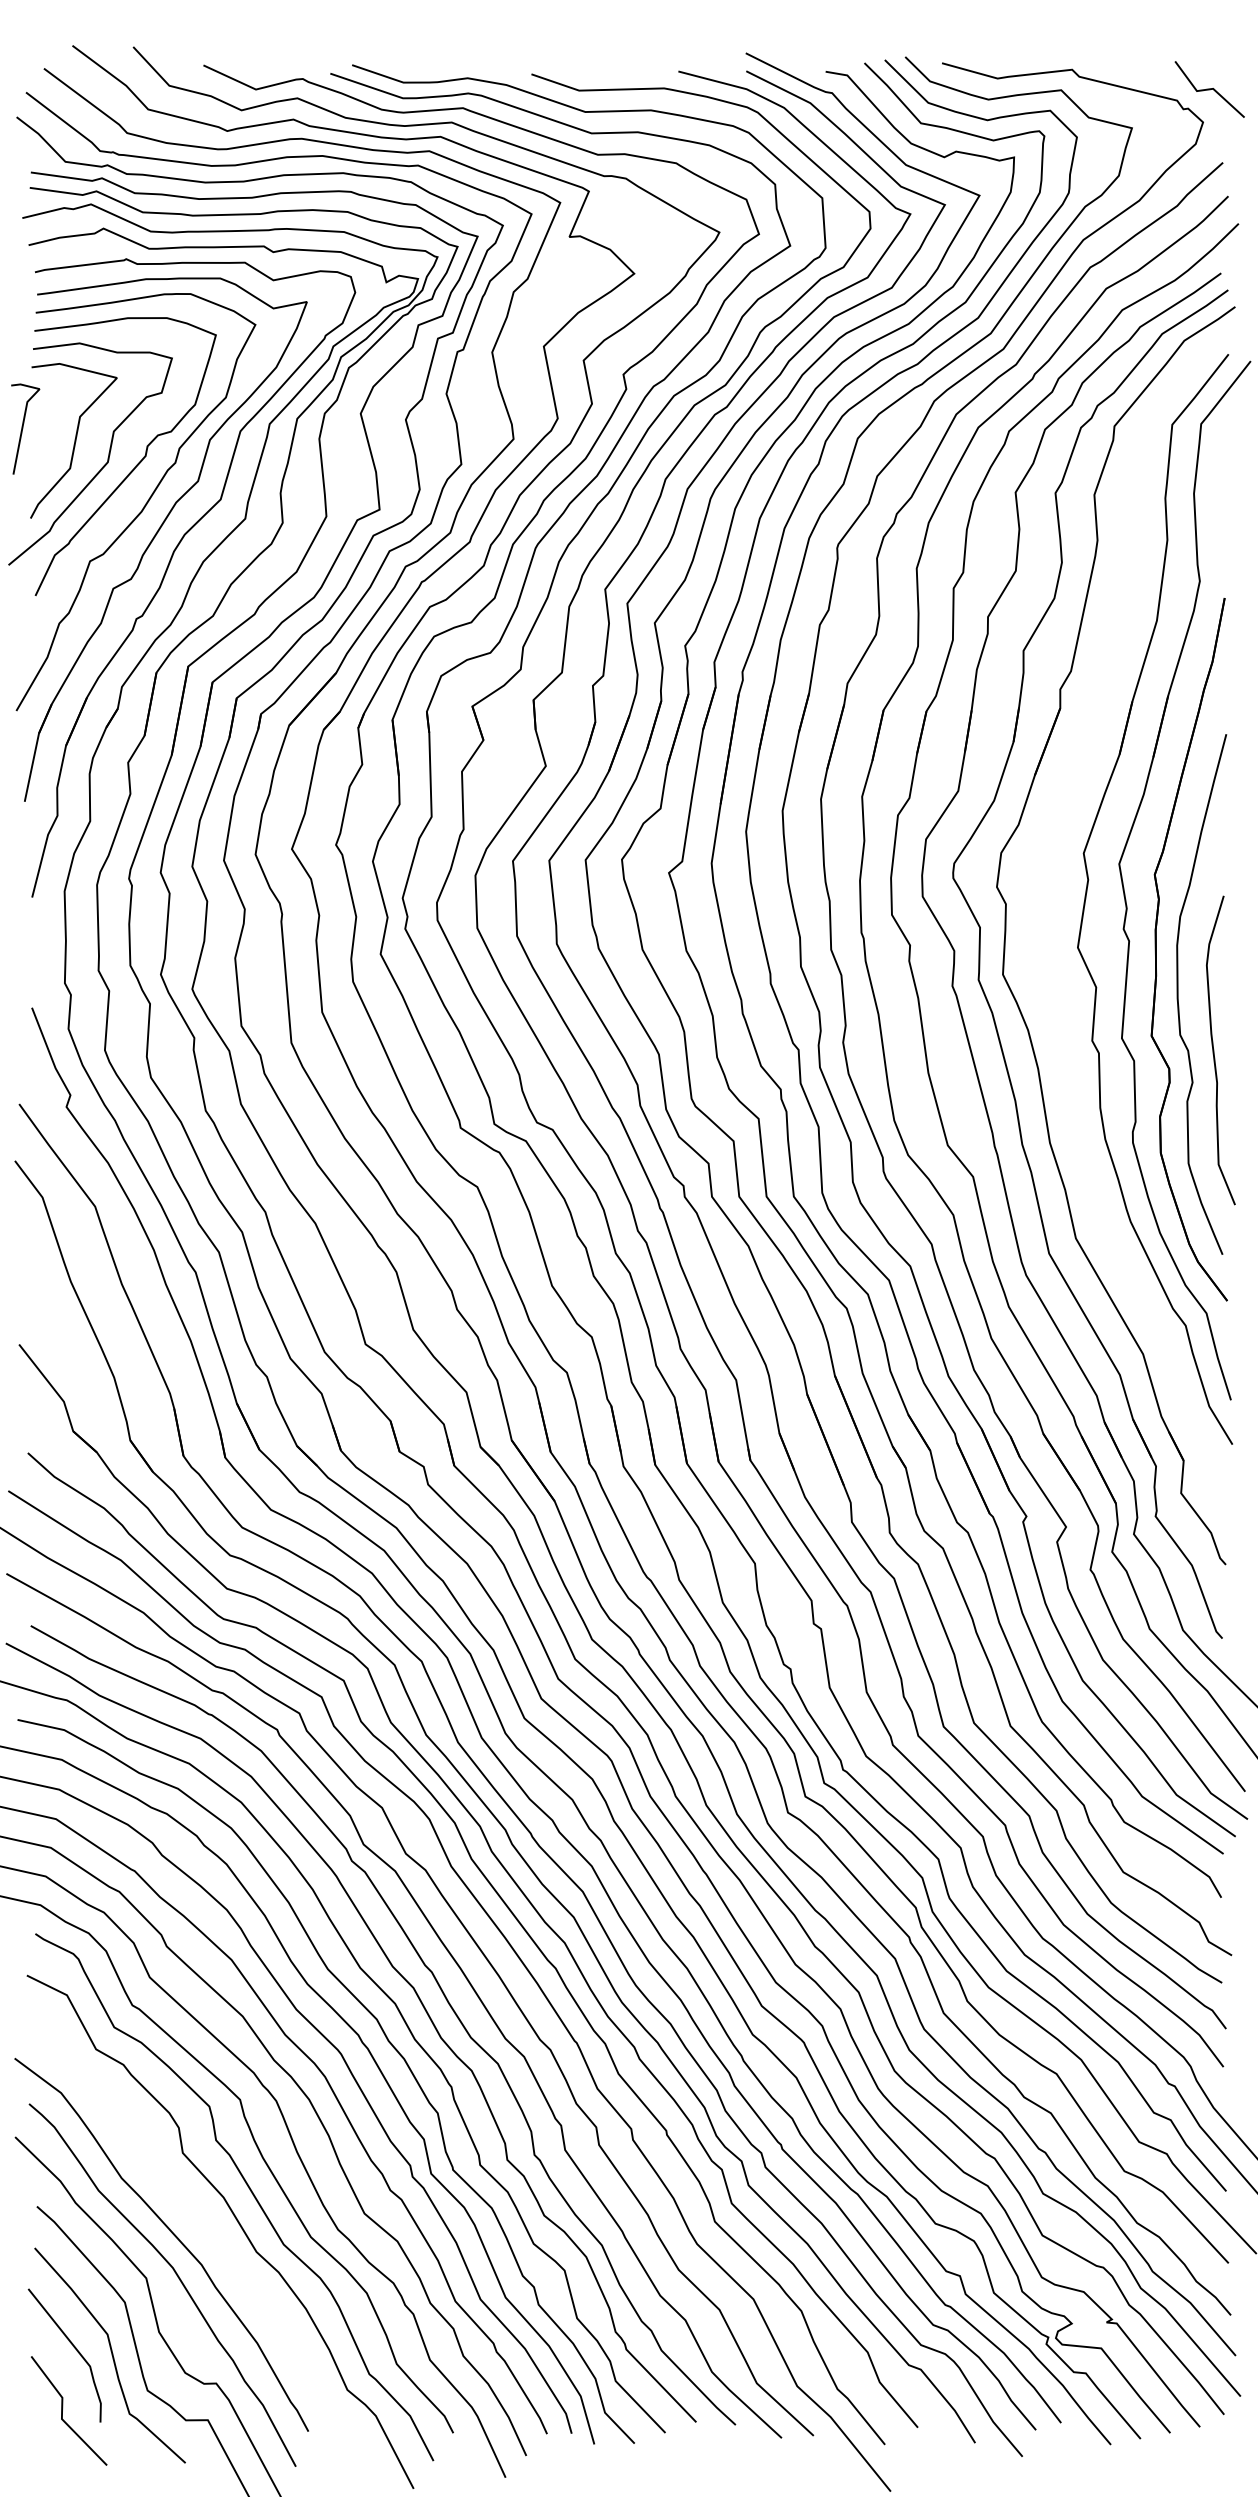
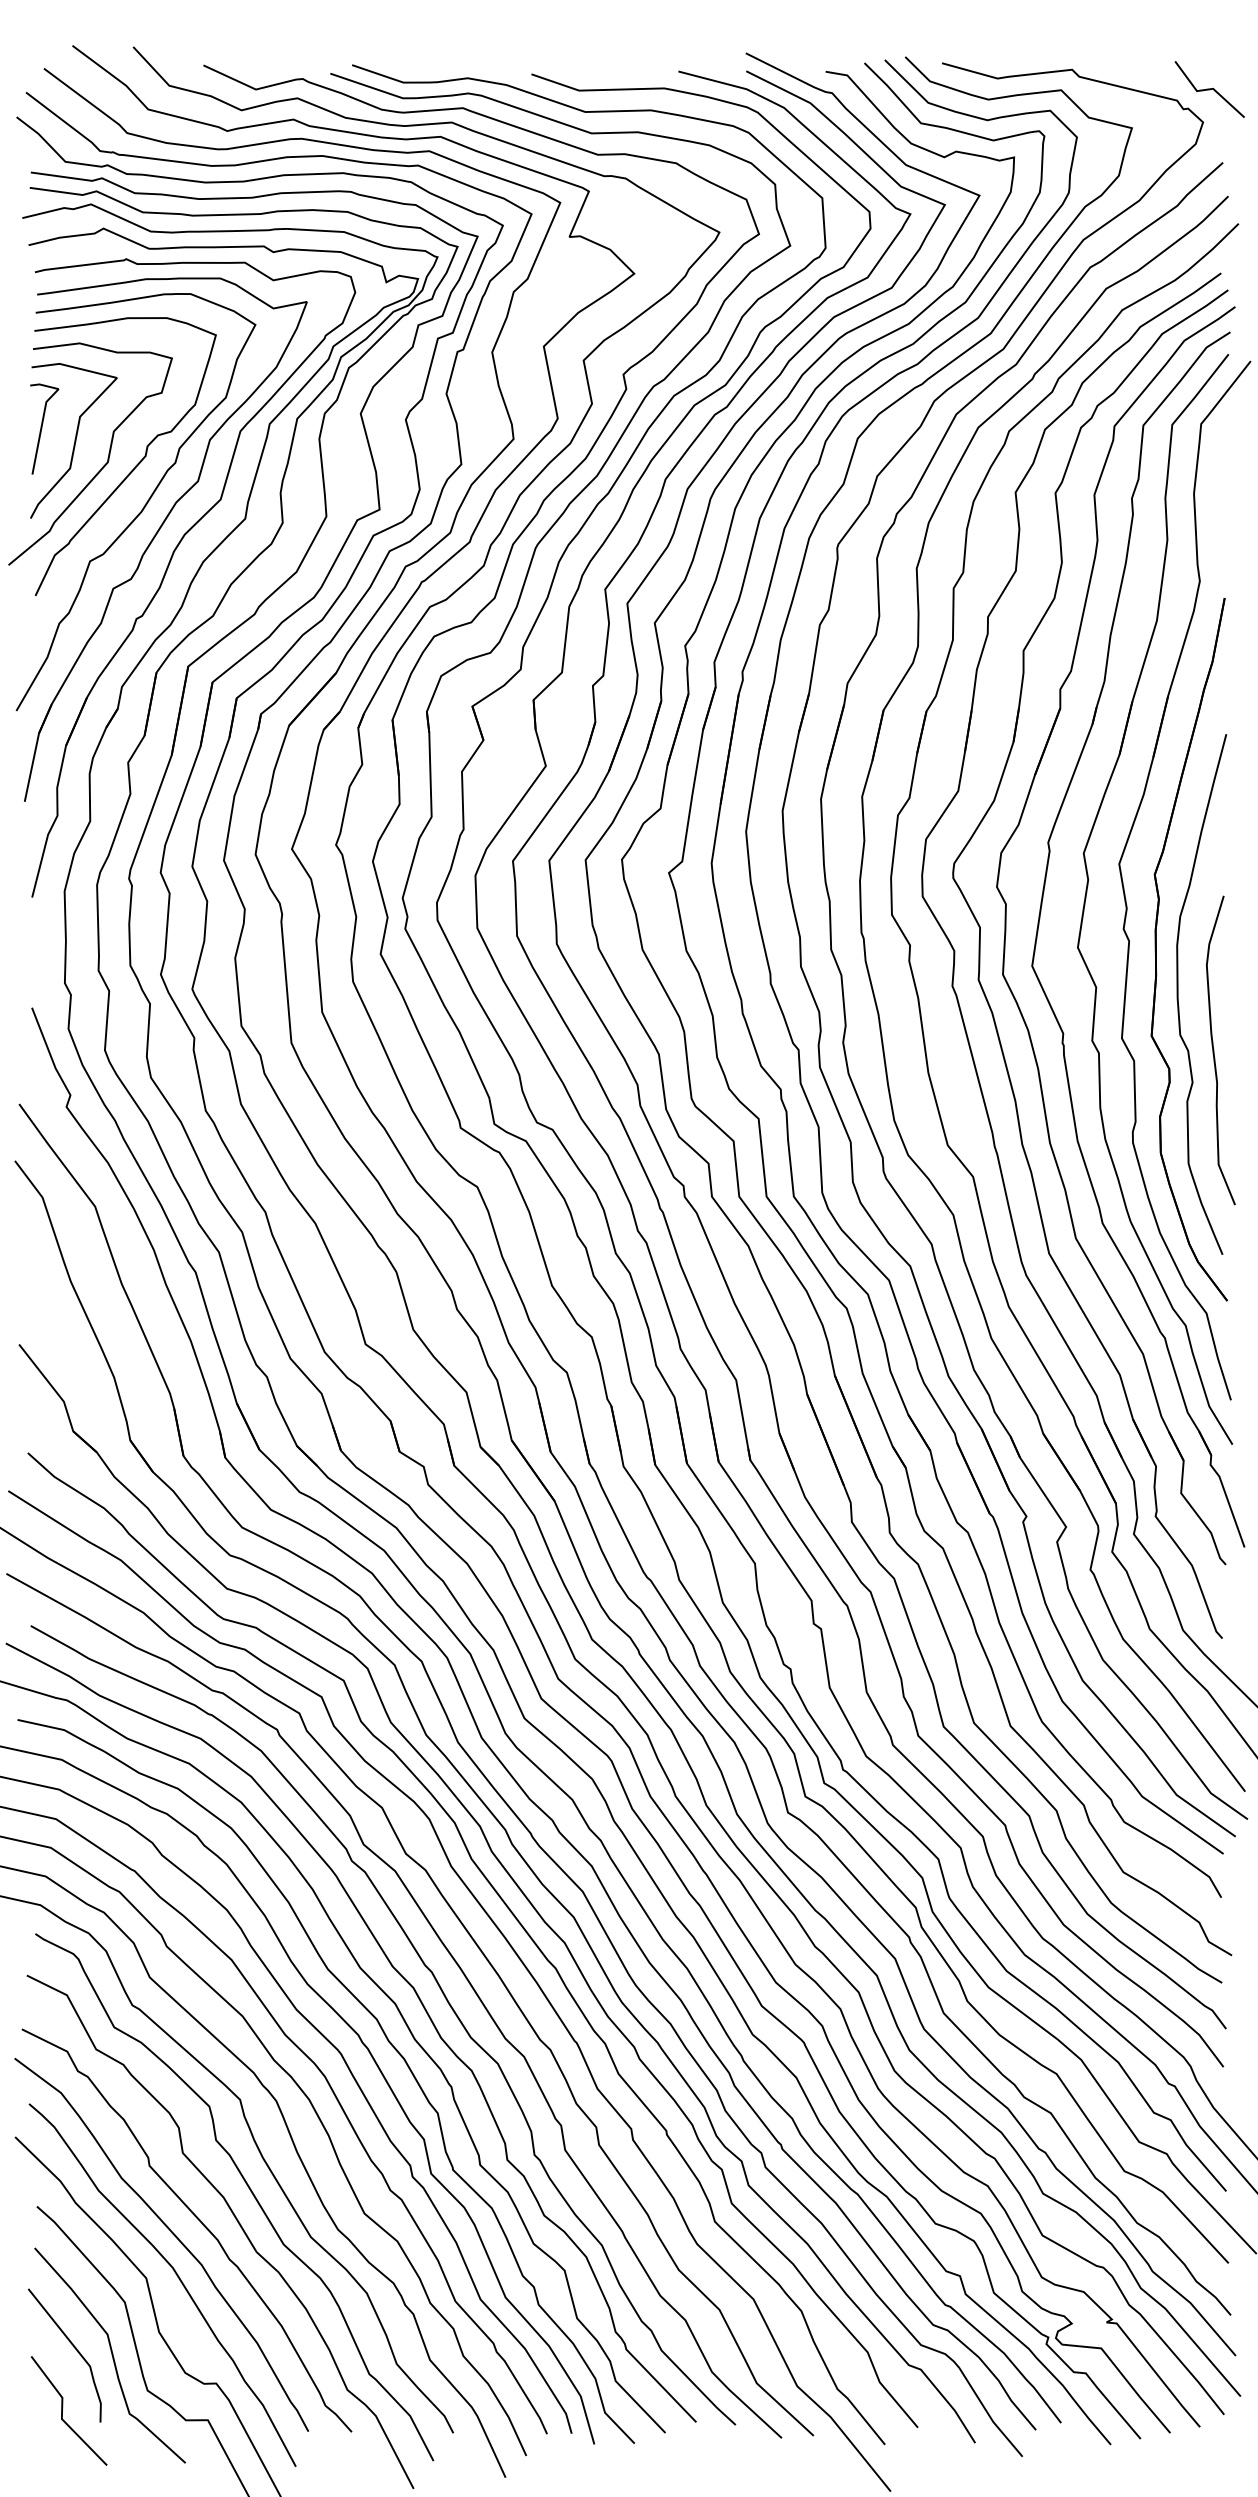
line at (23, 428) position: (23, 428) -> (42, 428)
part at (1039, 925): none -> present
curve at (197, 2219): none -> present
